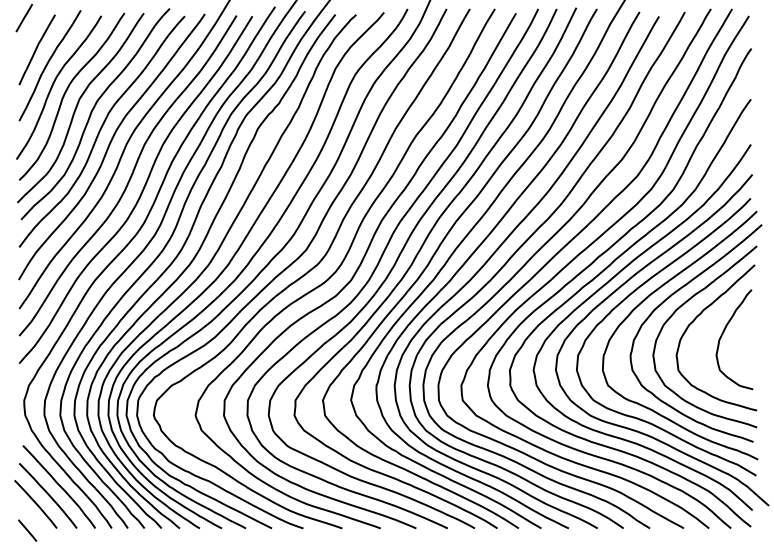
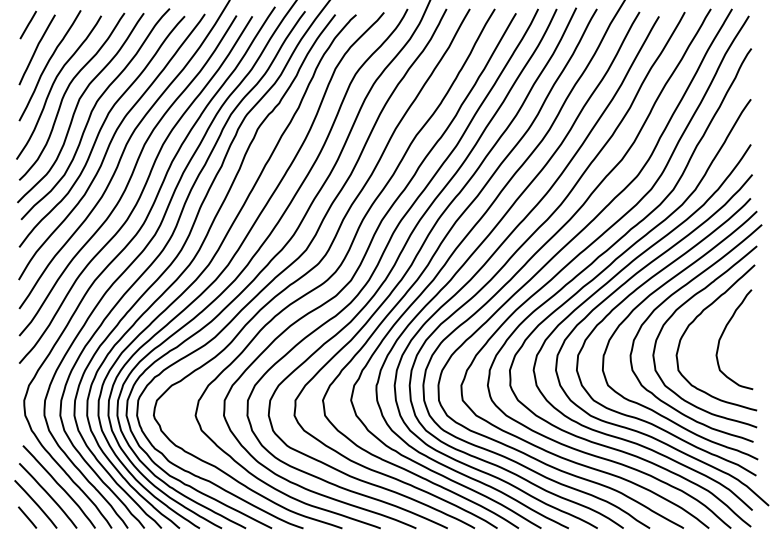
line at (23, 17) position: (23, 17) -> (27, 24)
line at (27, 530) position: (27, 530) -> (27, 517)
